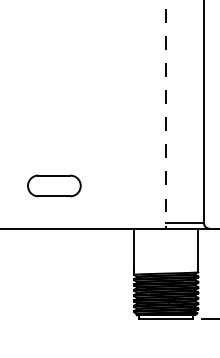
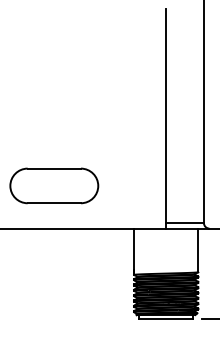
line at (166, 118): dashed -> solid
part at (54, 185) size: 55x24 px -> 91x38 px
